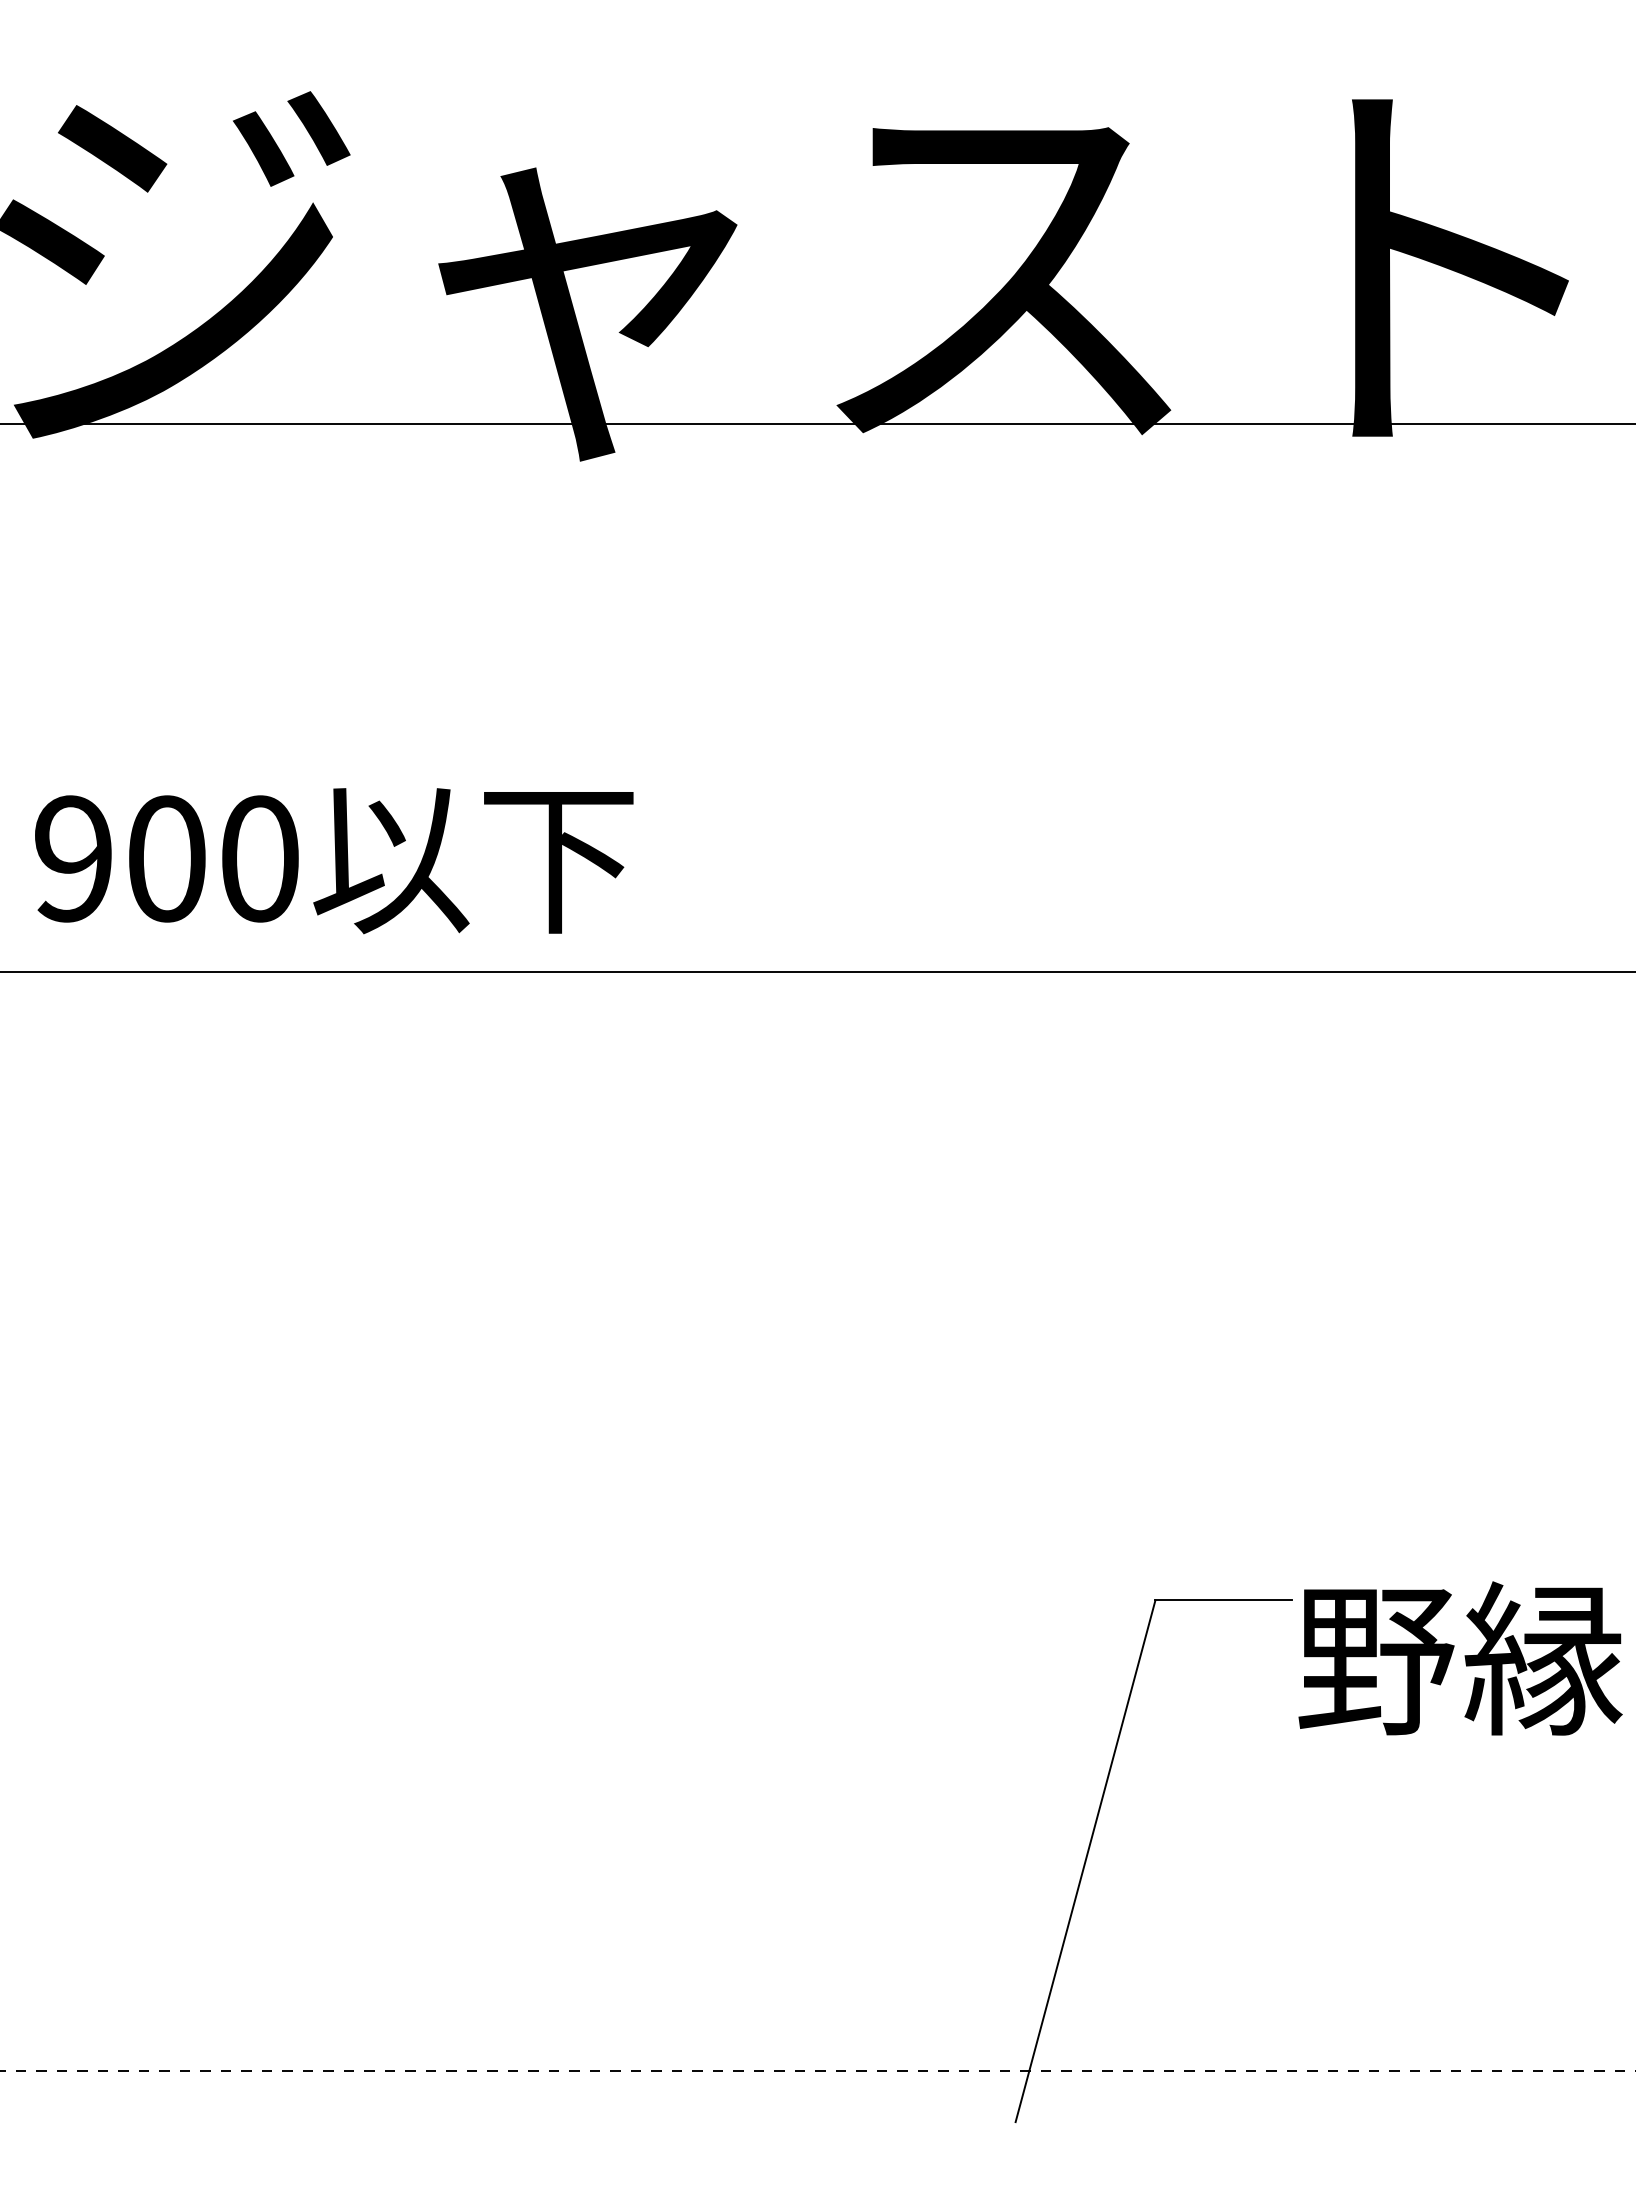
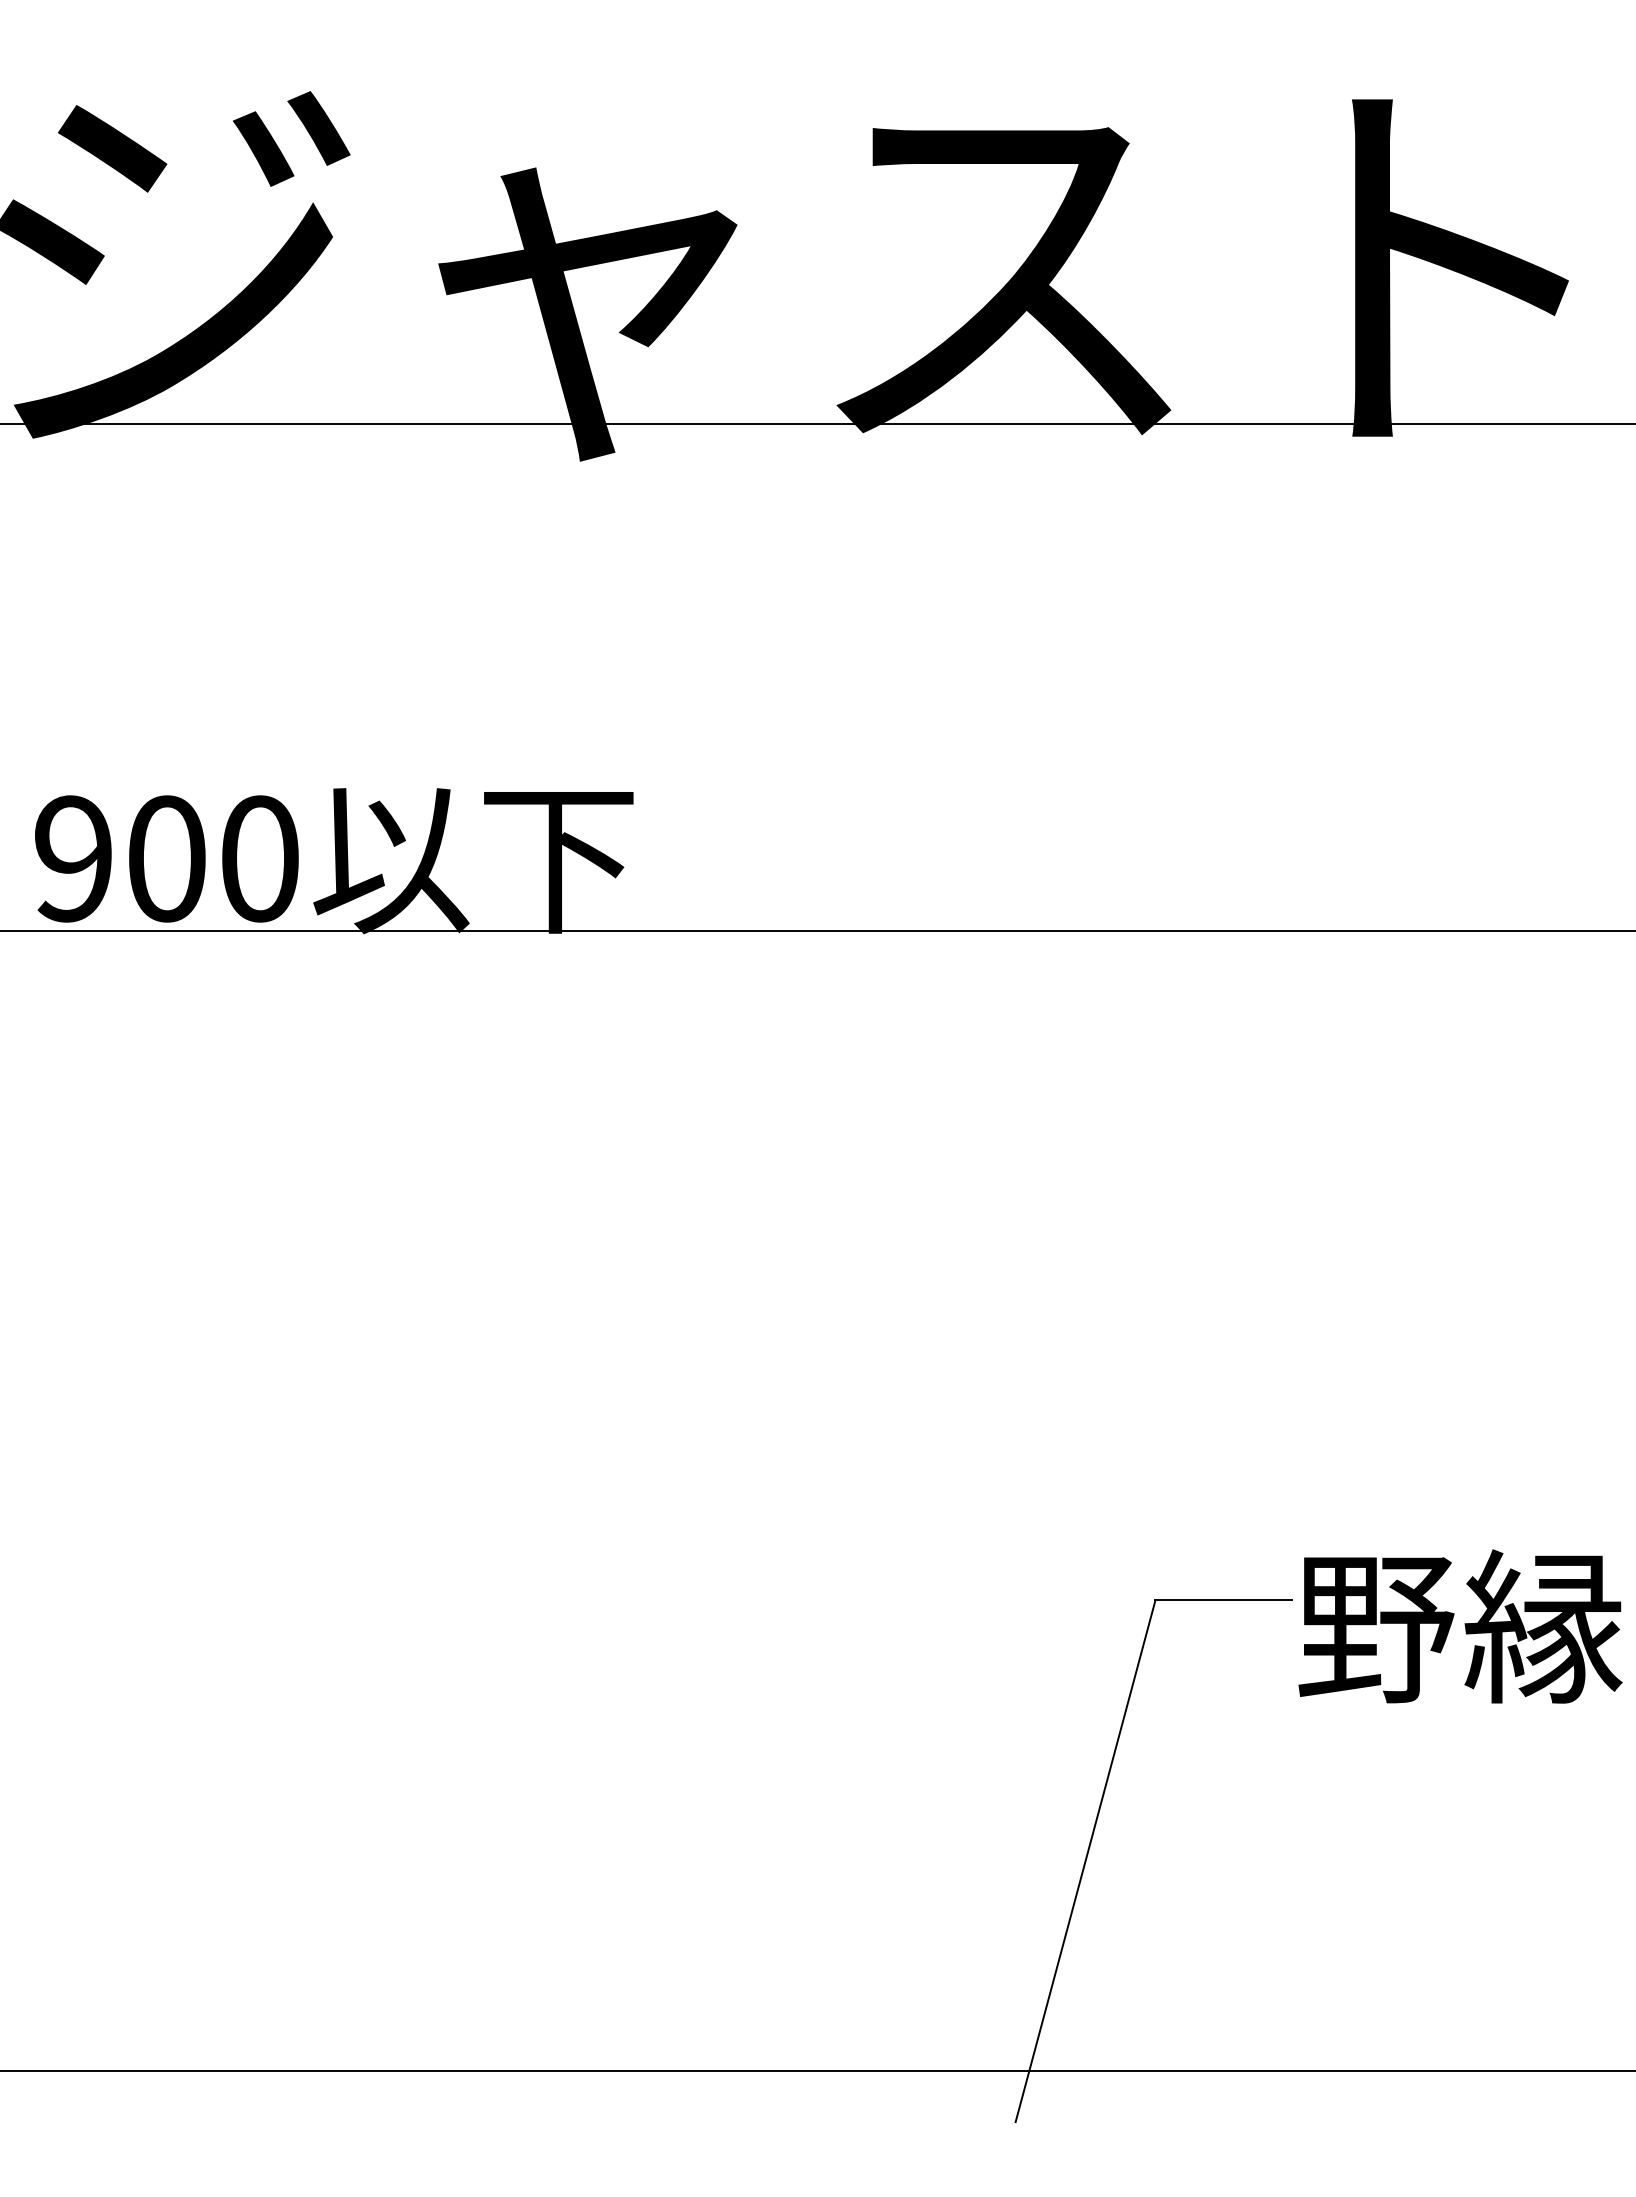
line at (817, 971) position: (817, 971) -> (817, 930)
text at (1460, 1658) position: (1460, 1658) -> (1460, 1626)
line at (818, 2070): dashed -> solid
